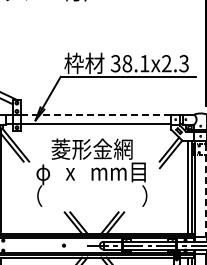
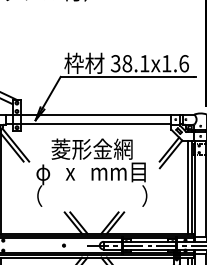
text at (175, 63): 38.1x2.3 -> 38.1x1.6
line at (96, 115): dashed -> solid
line at (206, 190): dashed -> solid
